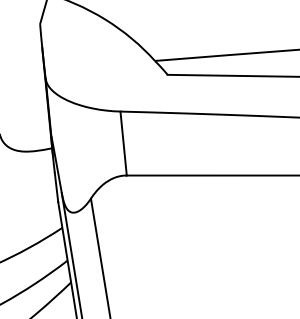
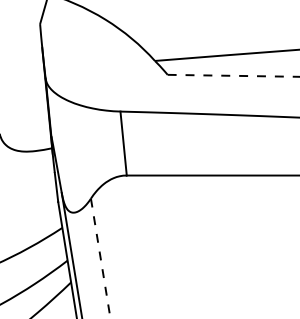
line at (233, 75): solid -> dashed
line at (100, 258): solid -> dashed
